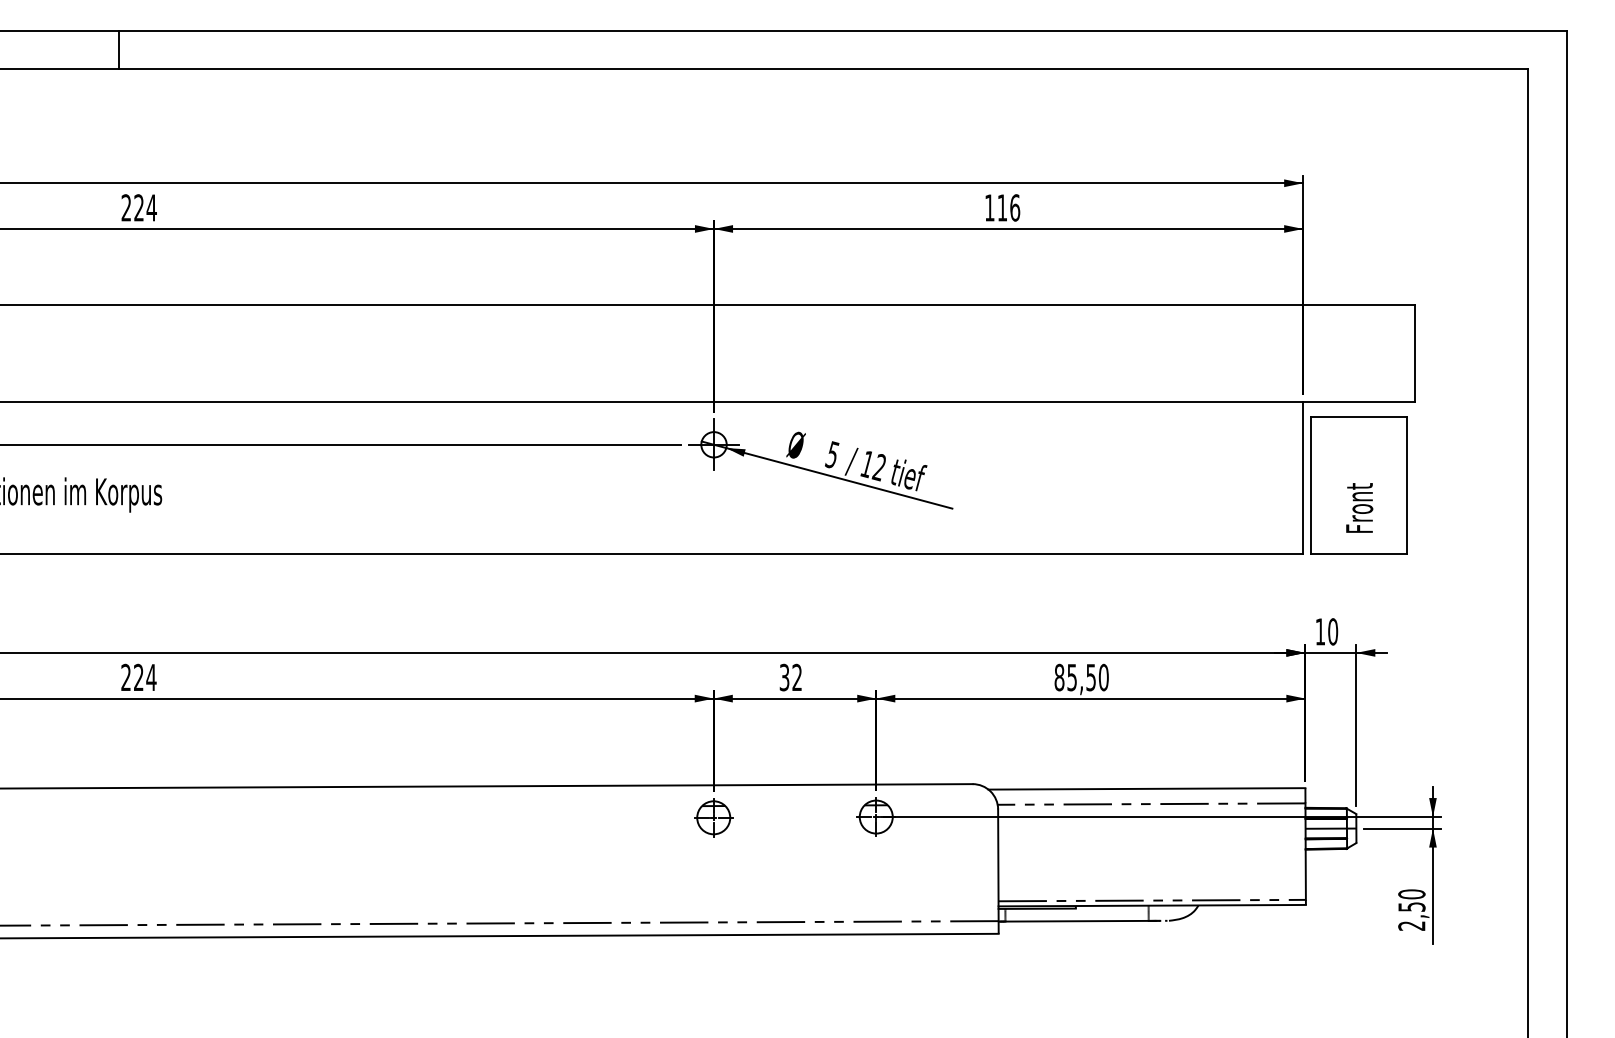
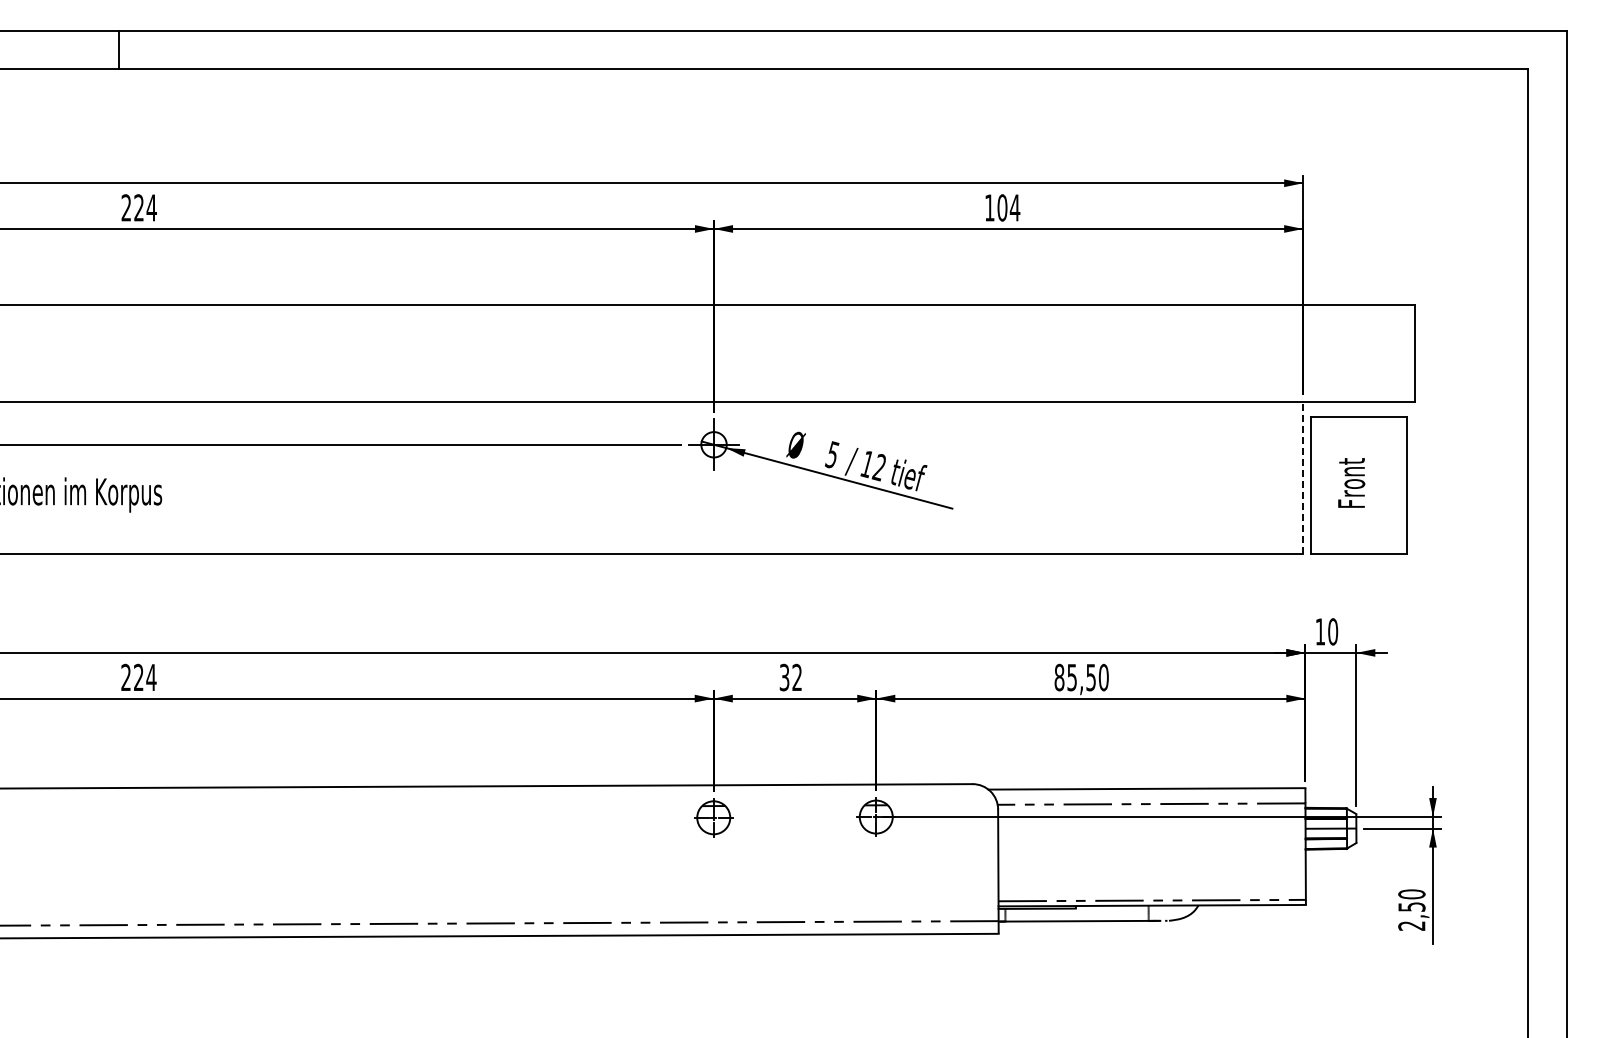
text at (1008, 207): 116 -> 104
line at (1303, 477): solid -> dashed
text at (1359, 507) position: (1359, 507) -> (1351, 482)
